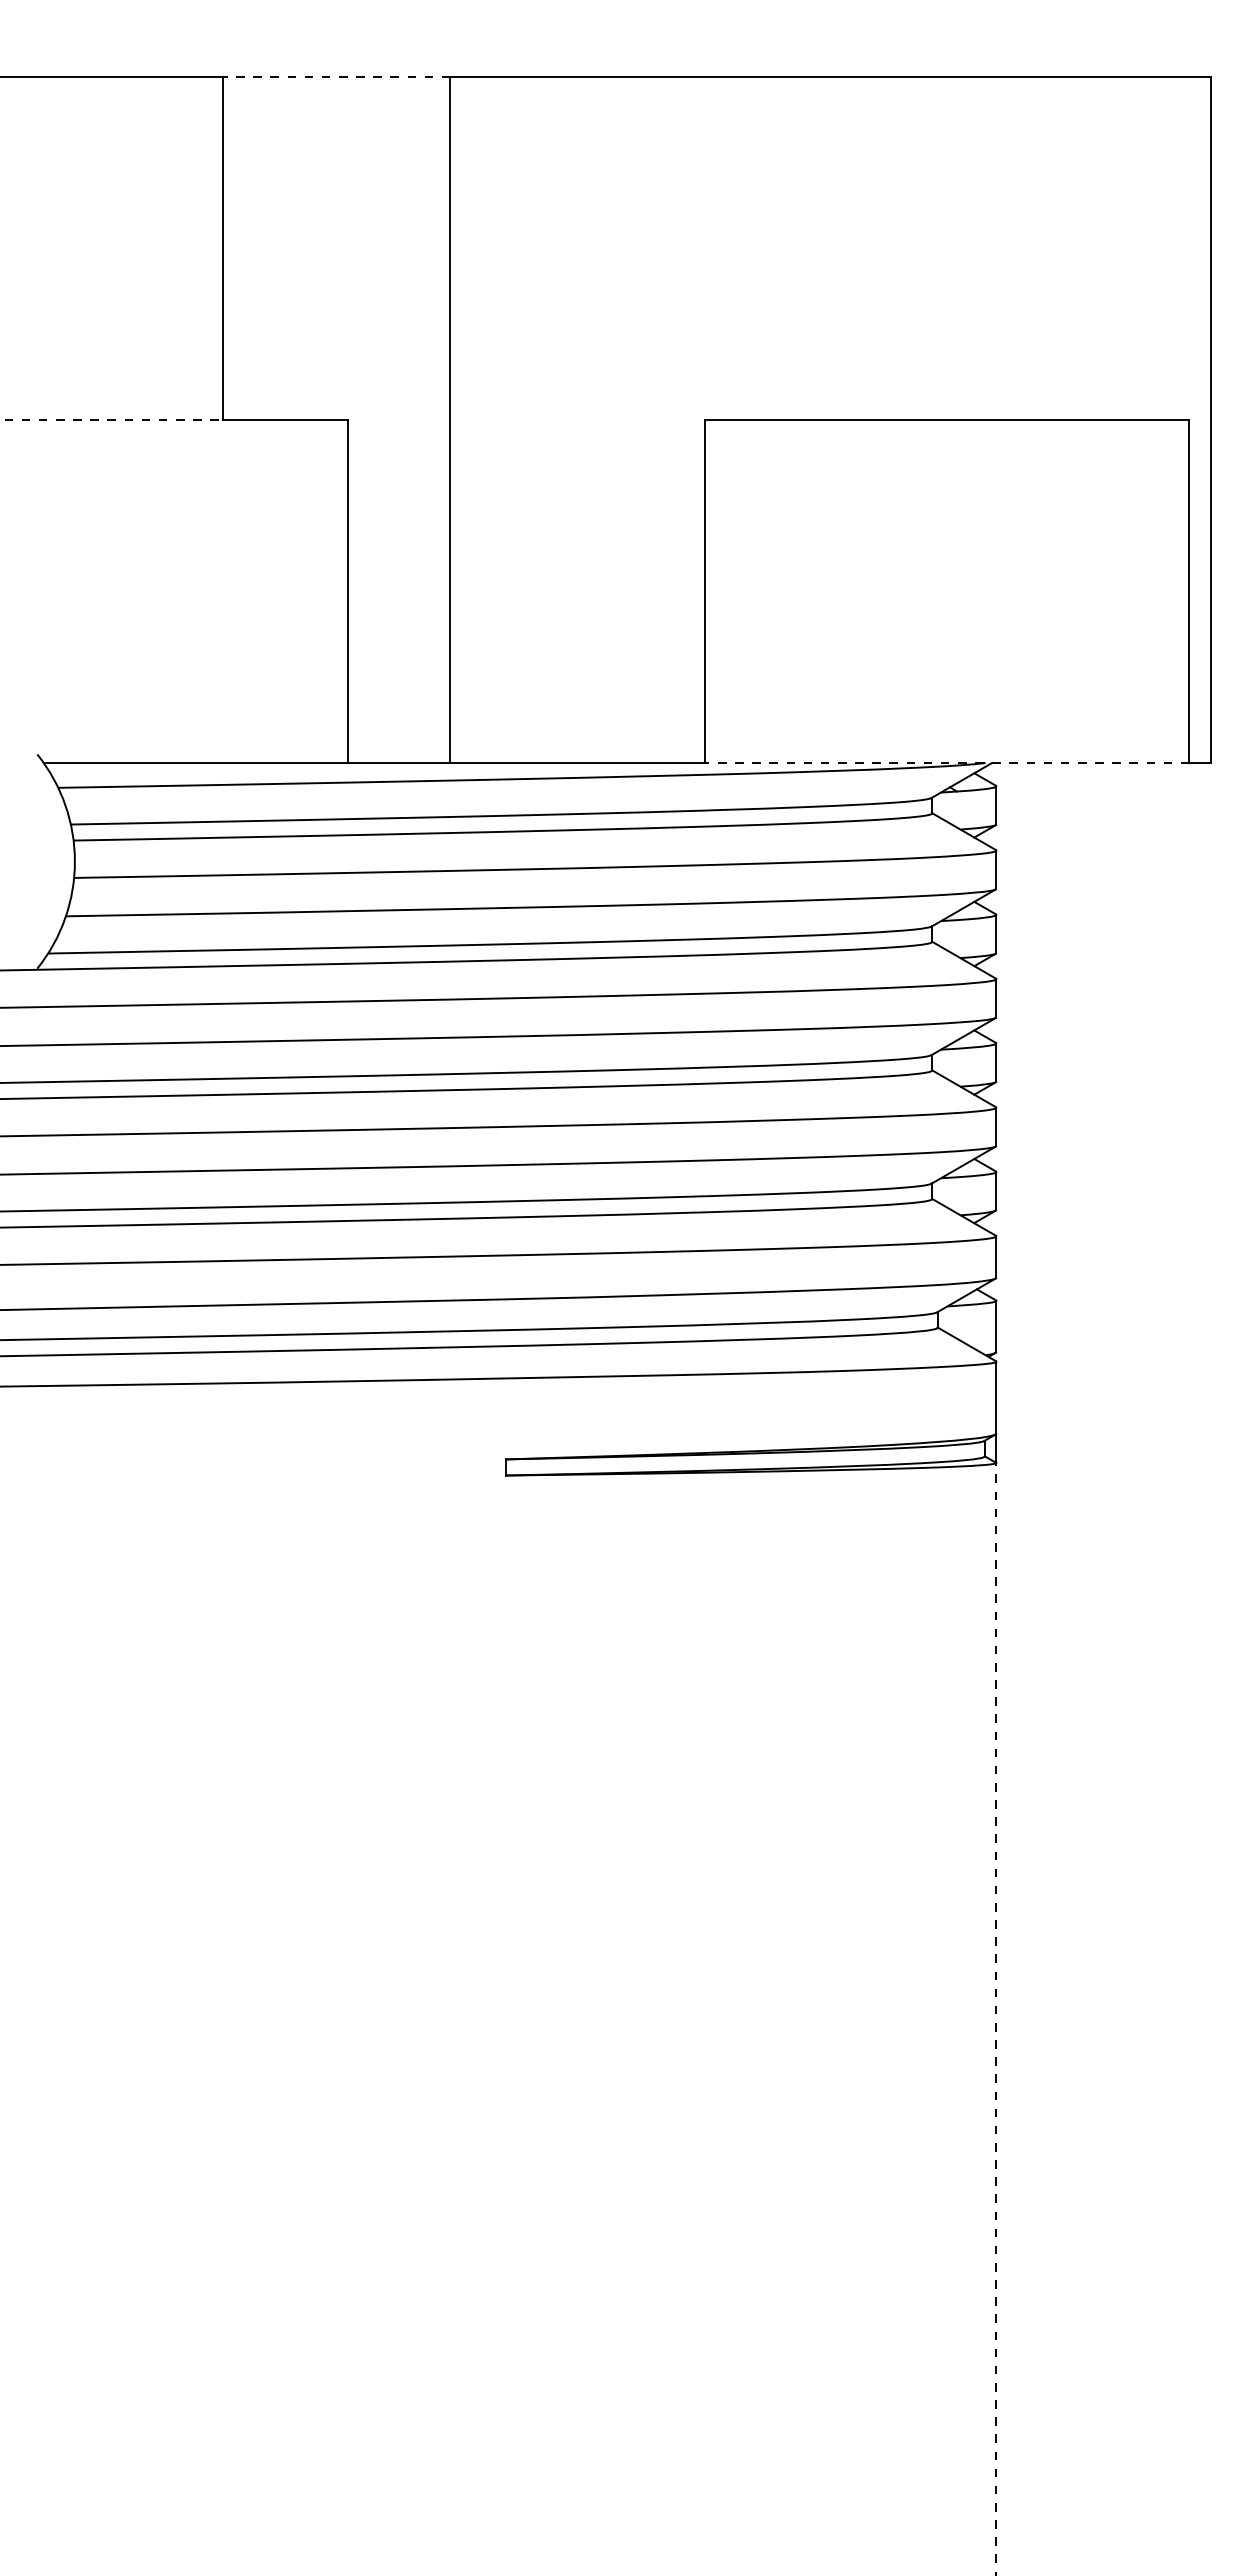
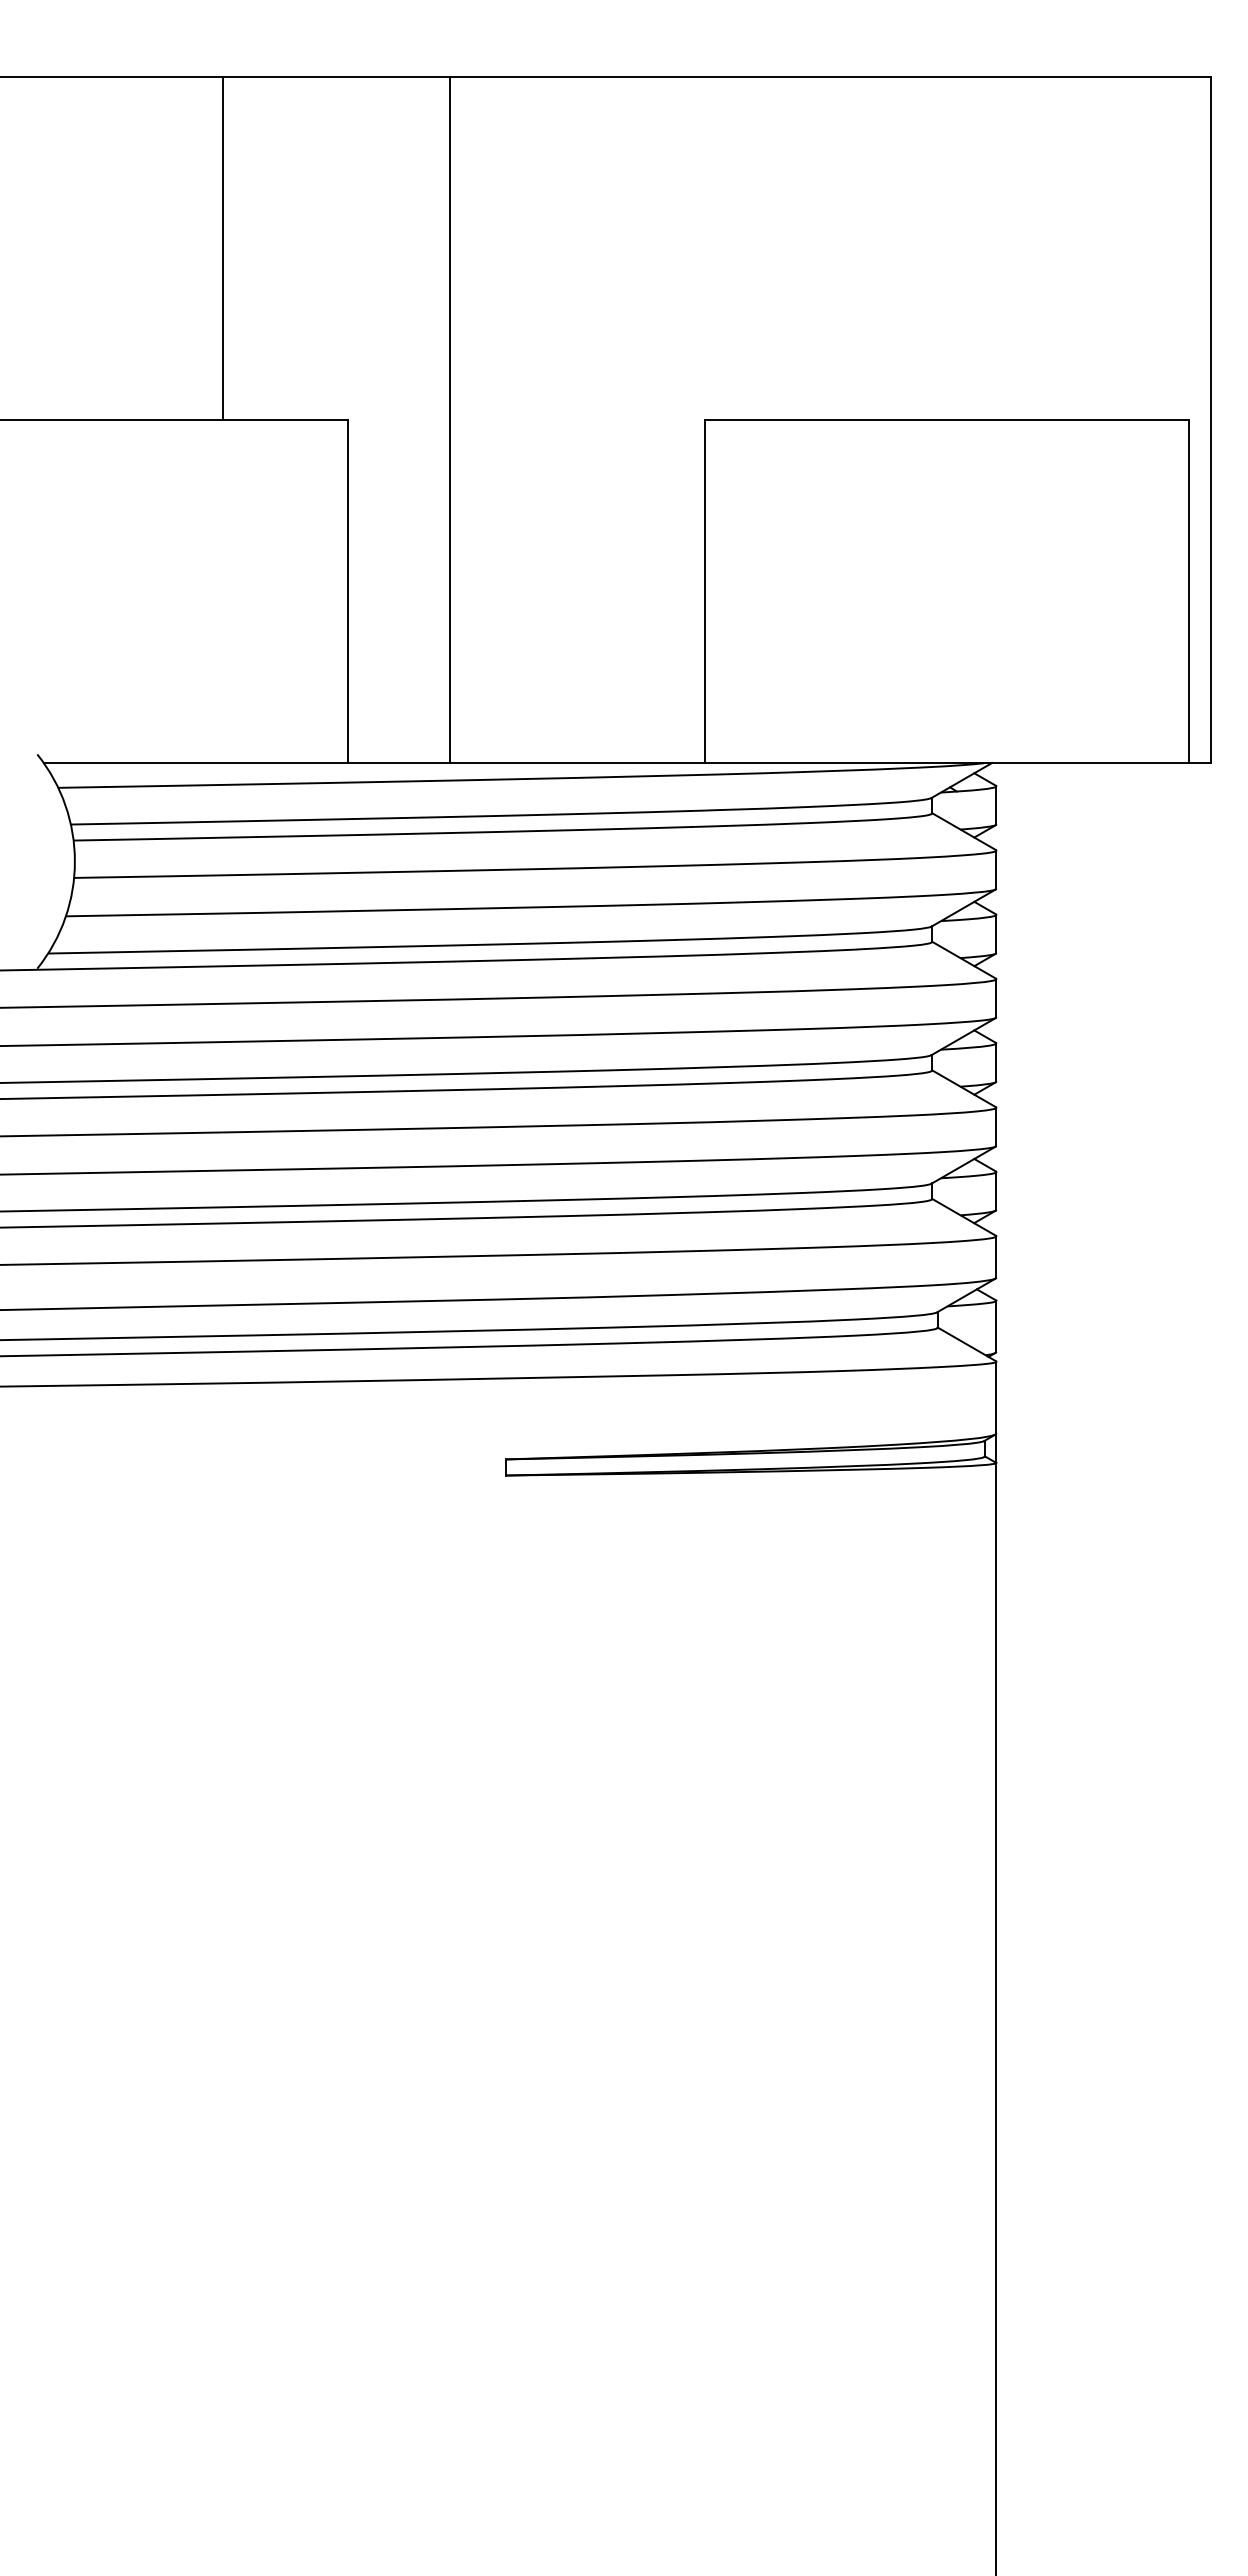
line at (336, 77): dashed -> solid
line at (111, 420): dashed -> solid
line at (946, 762): dashed -> solid
line at (996, 2018): dashed -> solid
